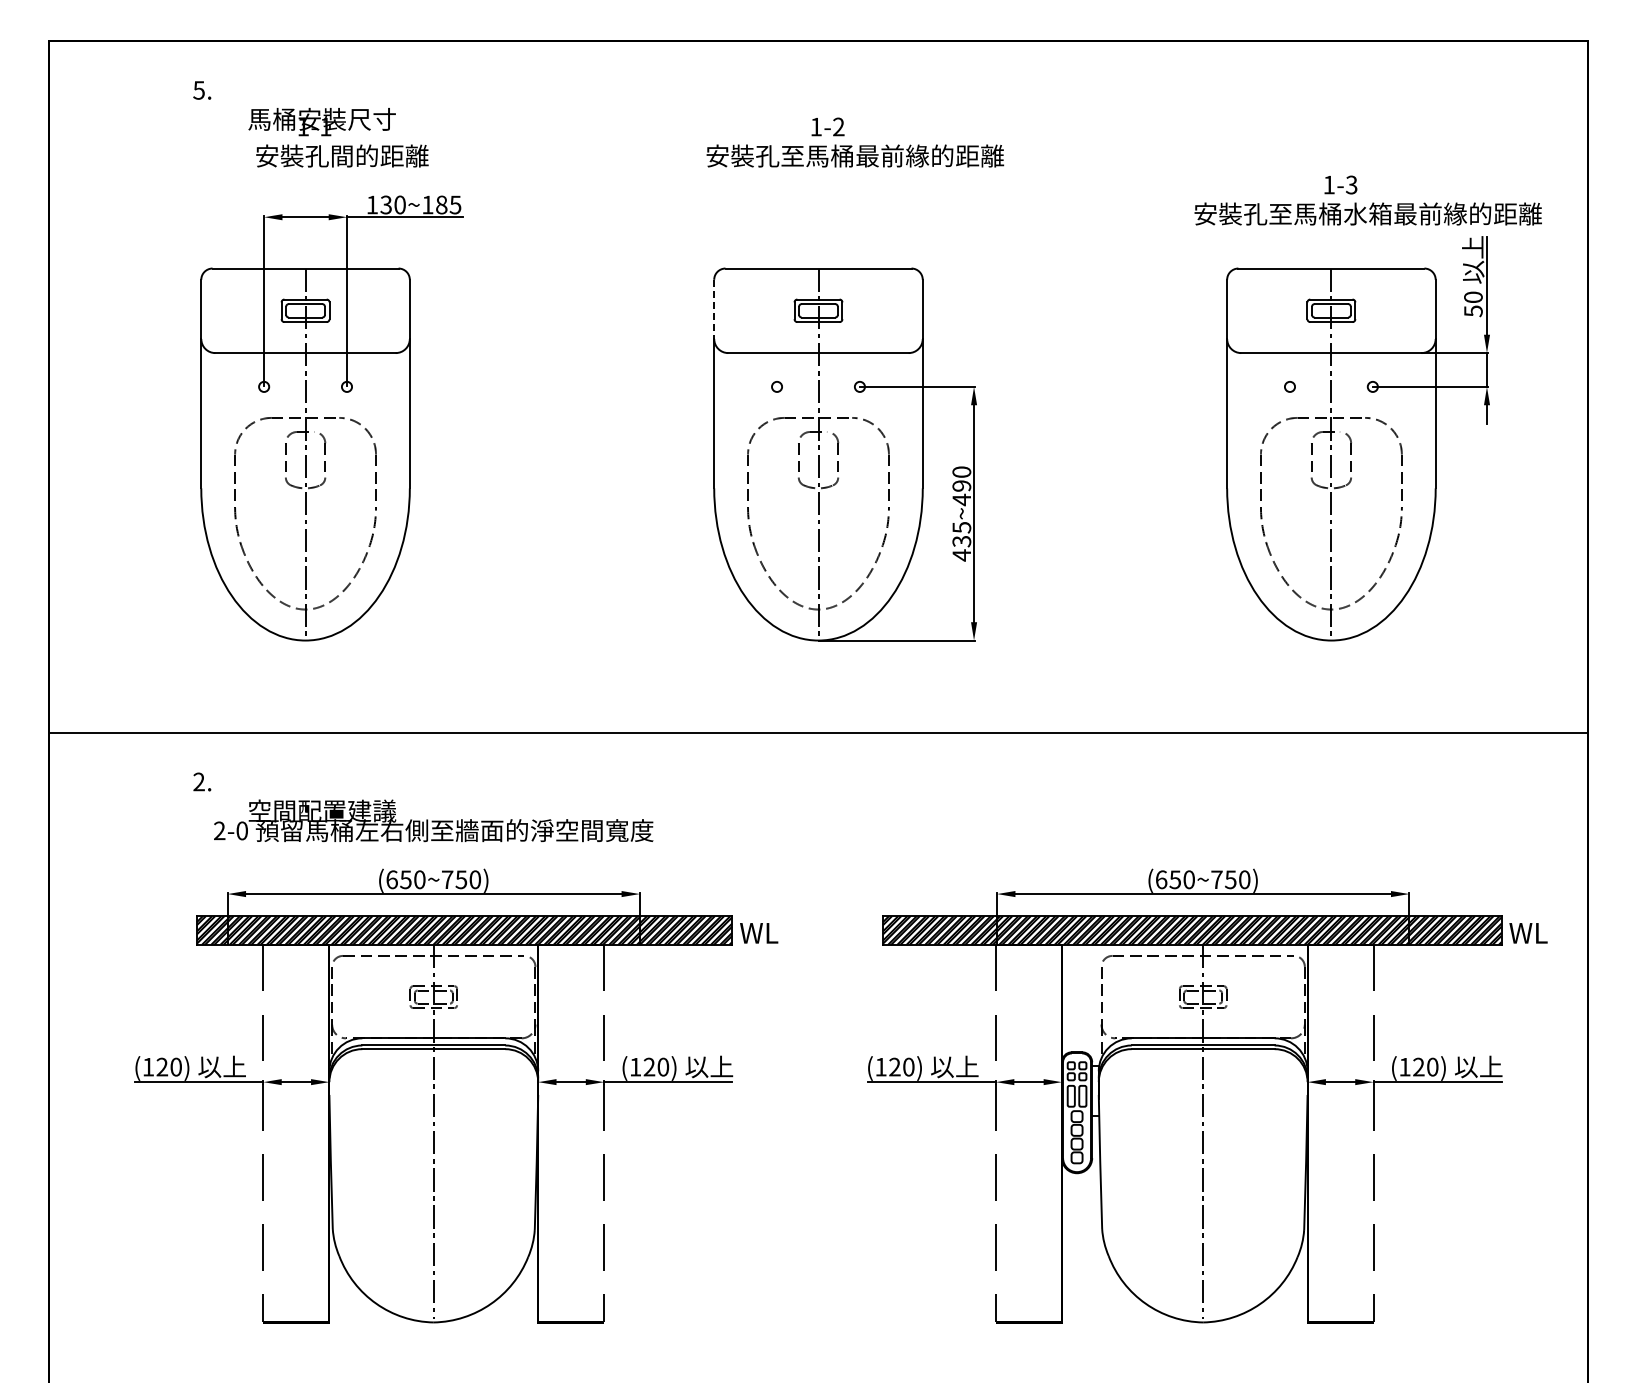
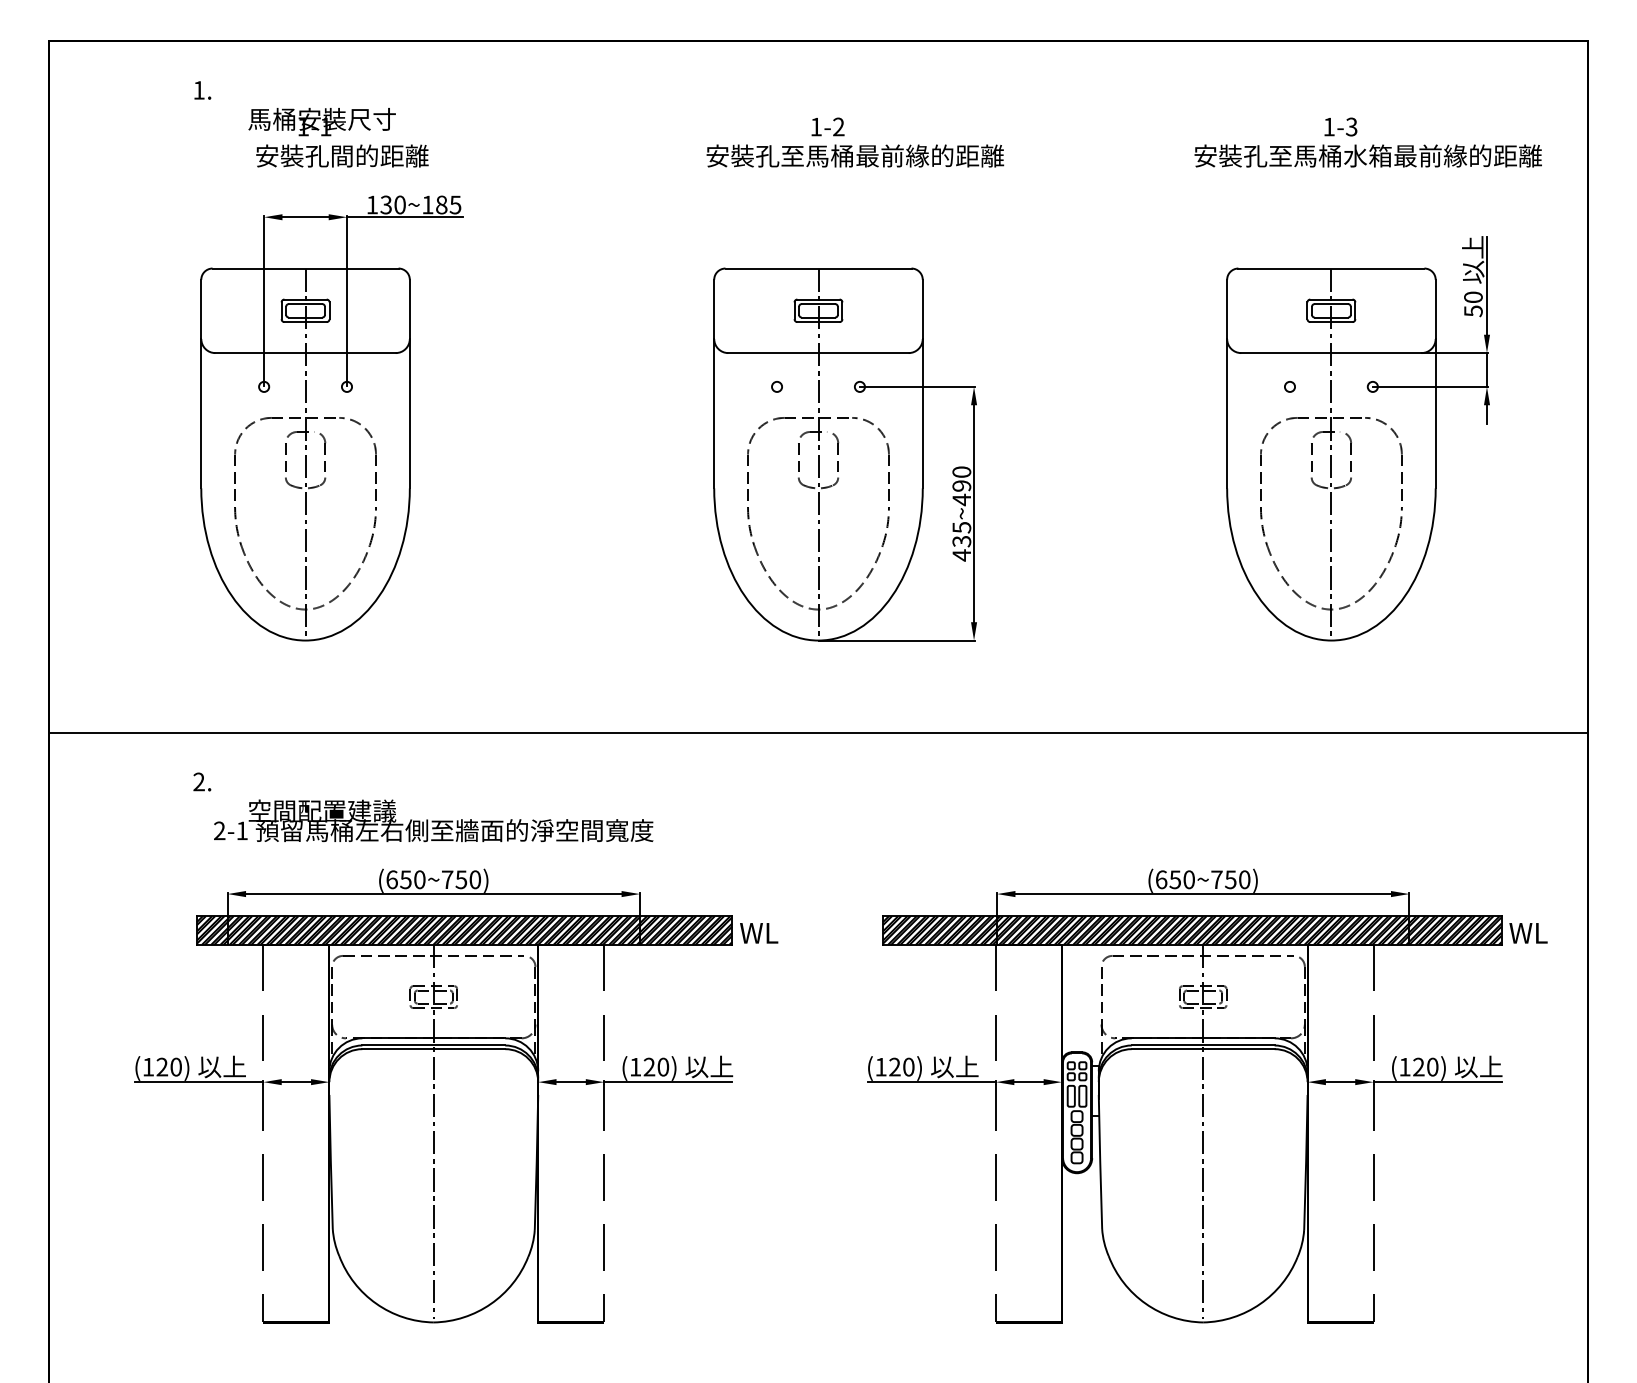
text at (198, 90): 5. -> 1.
text at (1367, 200) position: (1367, 200) -> (1367, 142)
line at (714, 309): dashed -> solid
text at (241, 830): 2-0 -> 2-1
